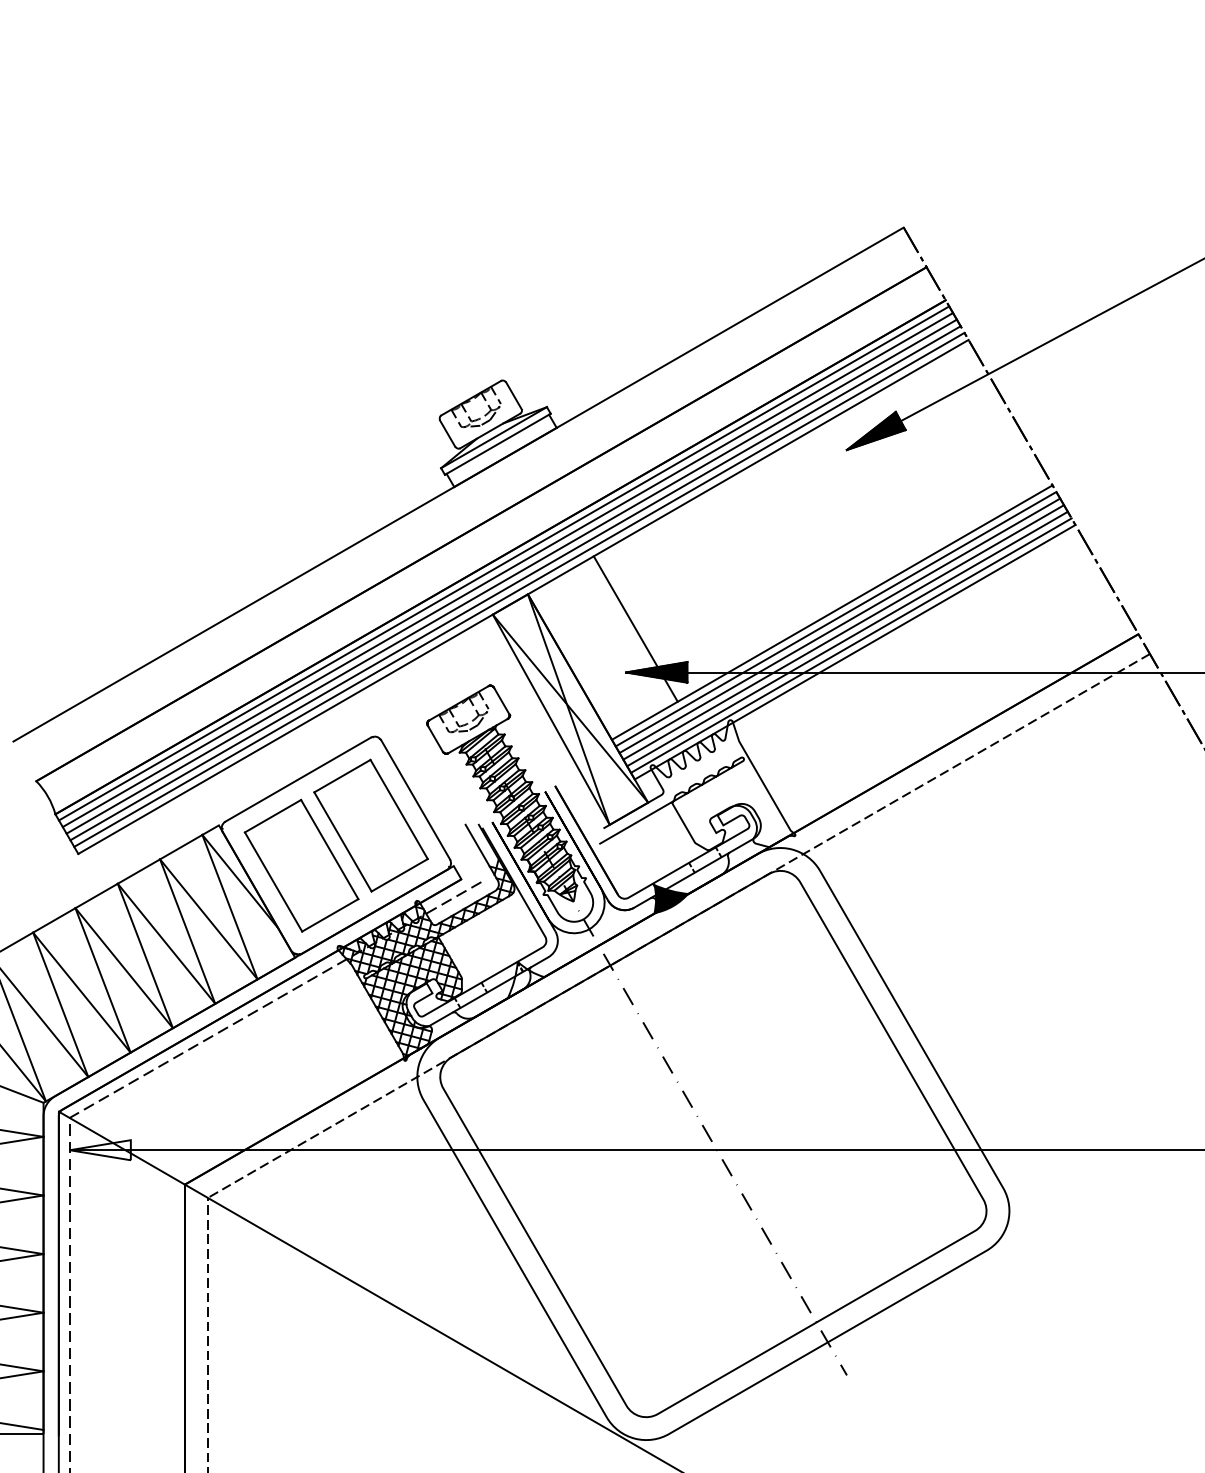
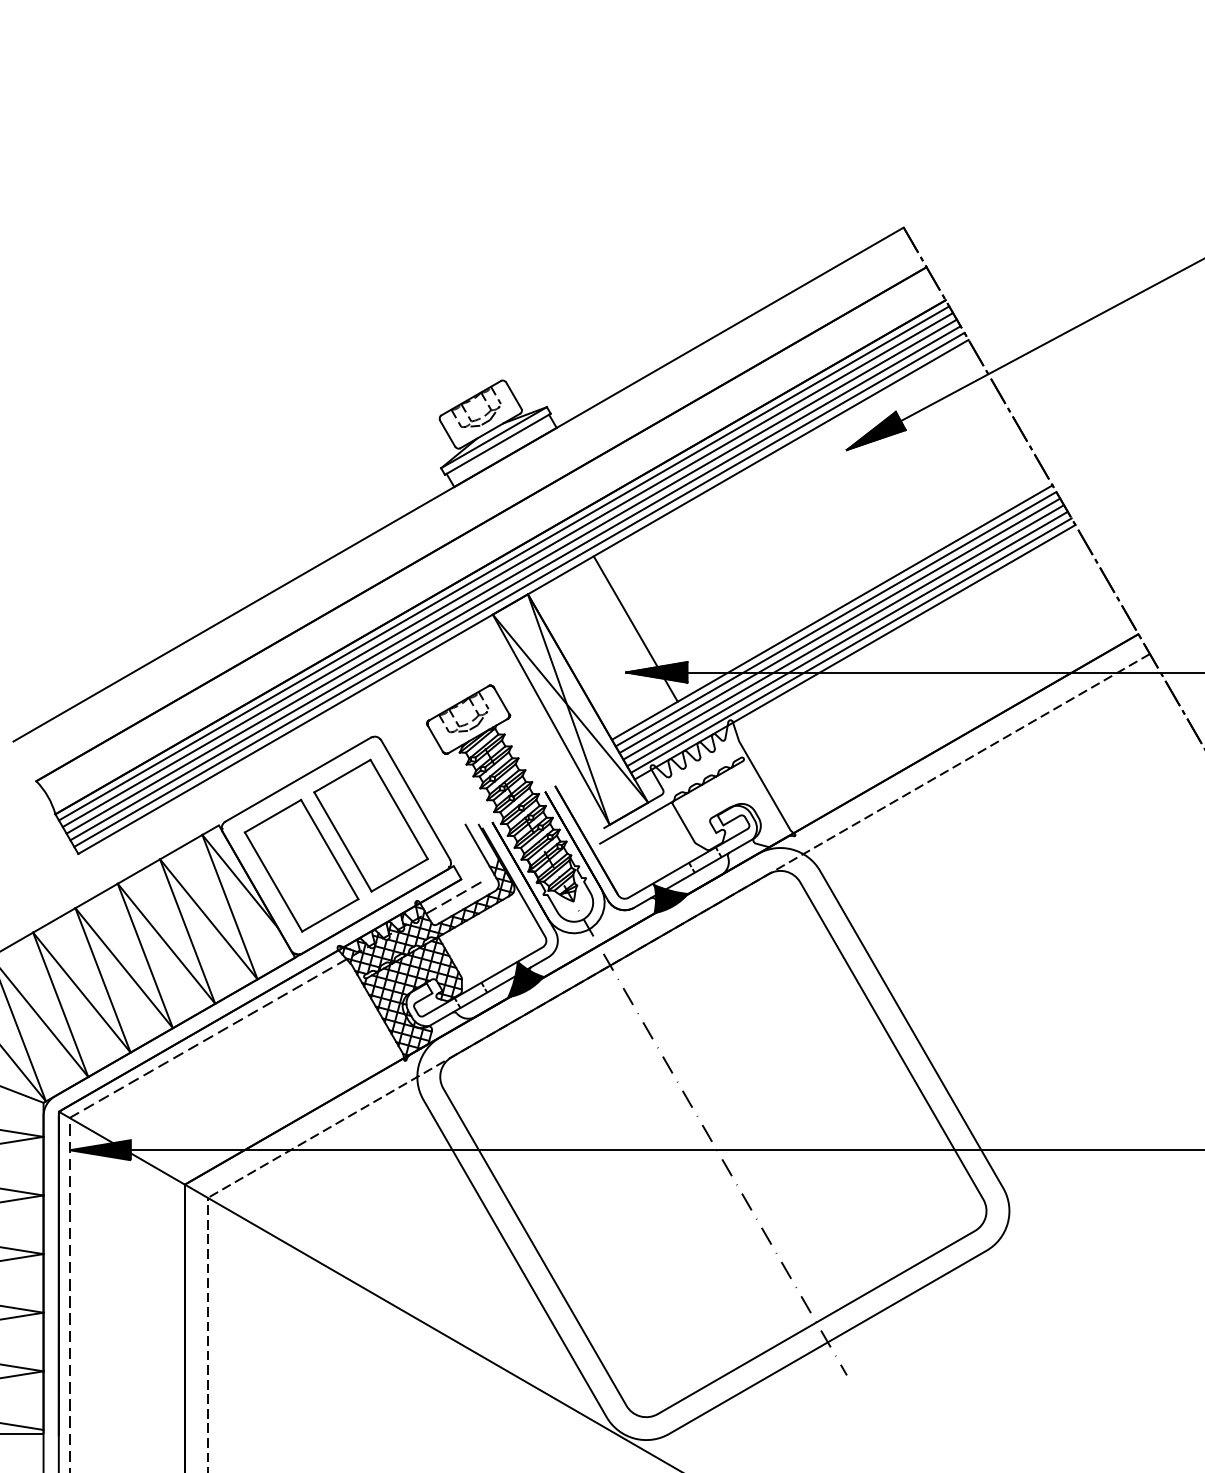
fill at (525, 979): none -> present
fill at (99, 1149): none -> present
